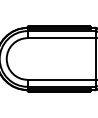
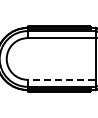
line at (62, 79): solid -> dashed
